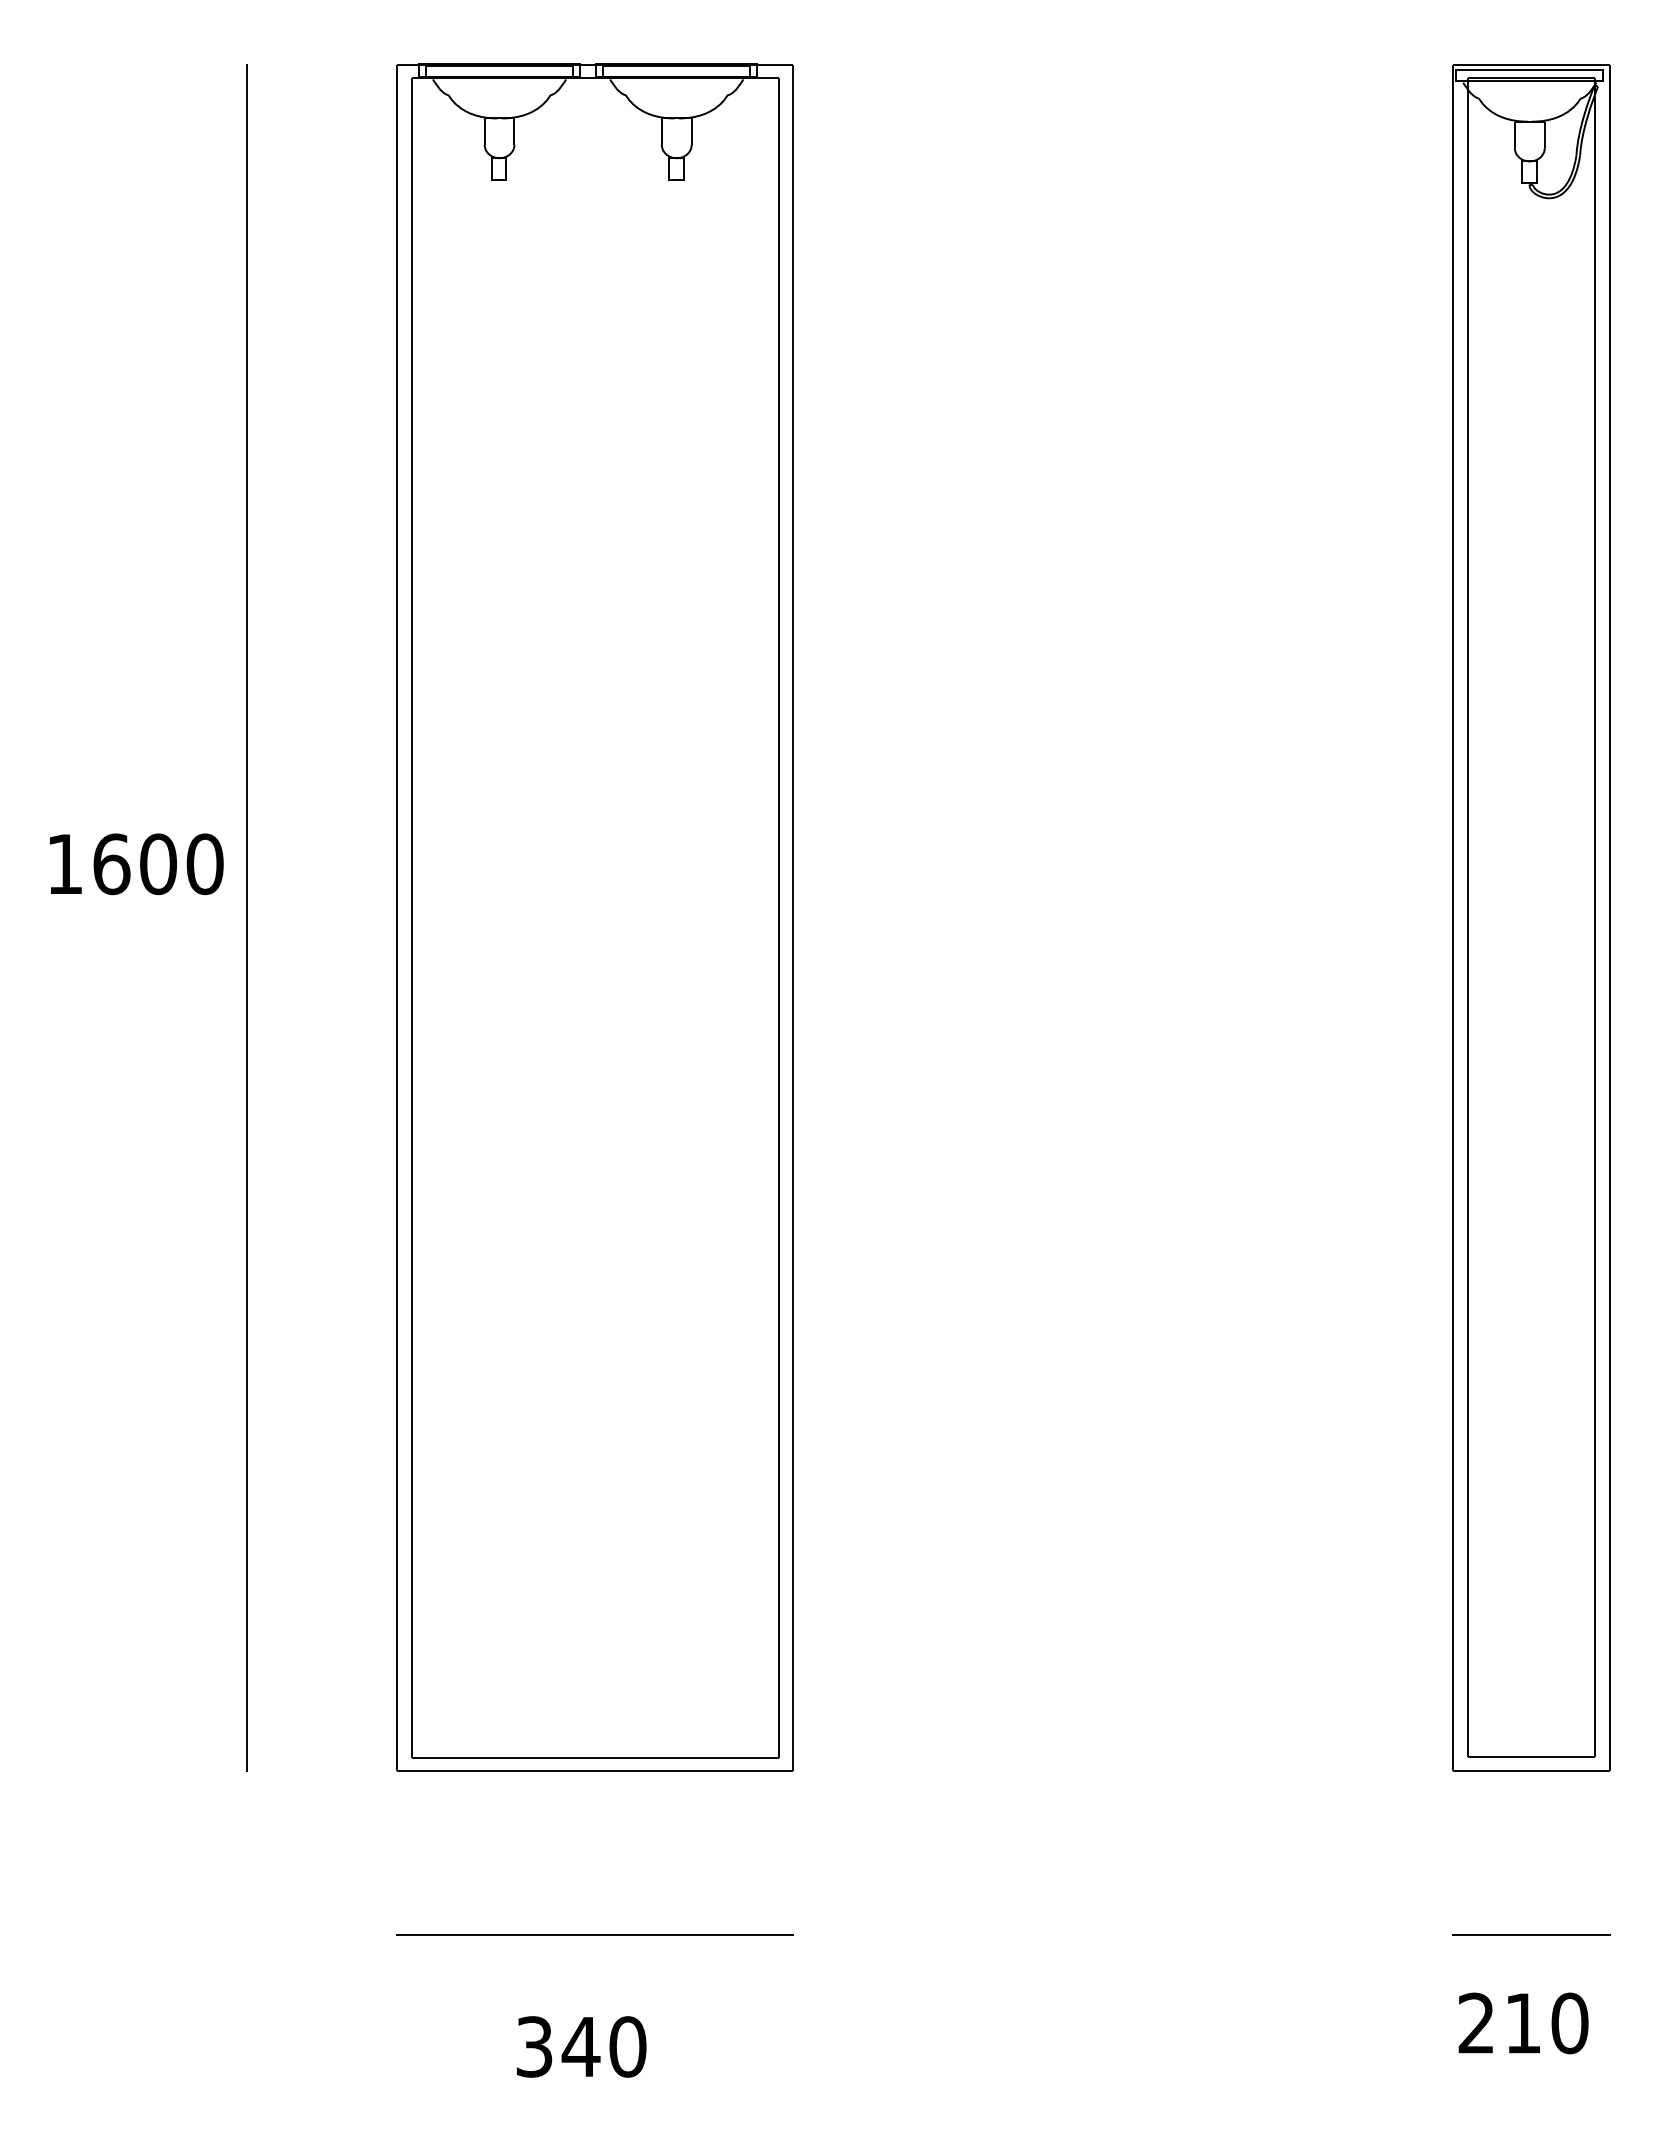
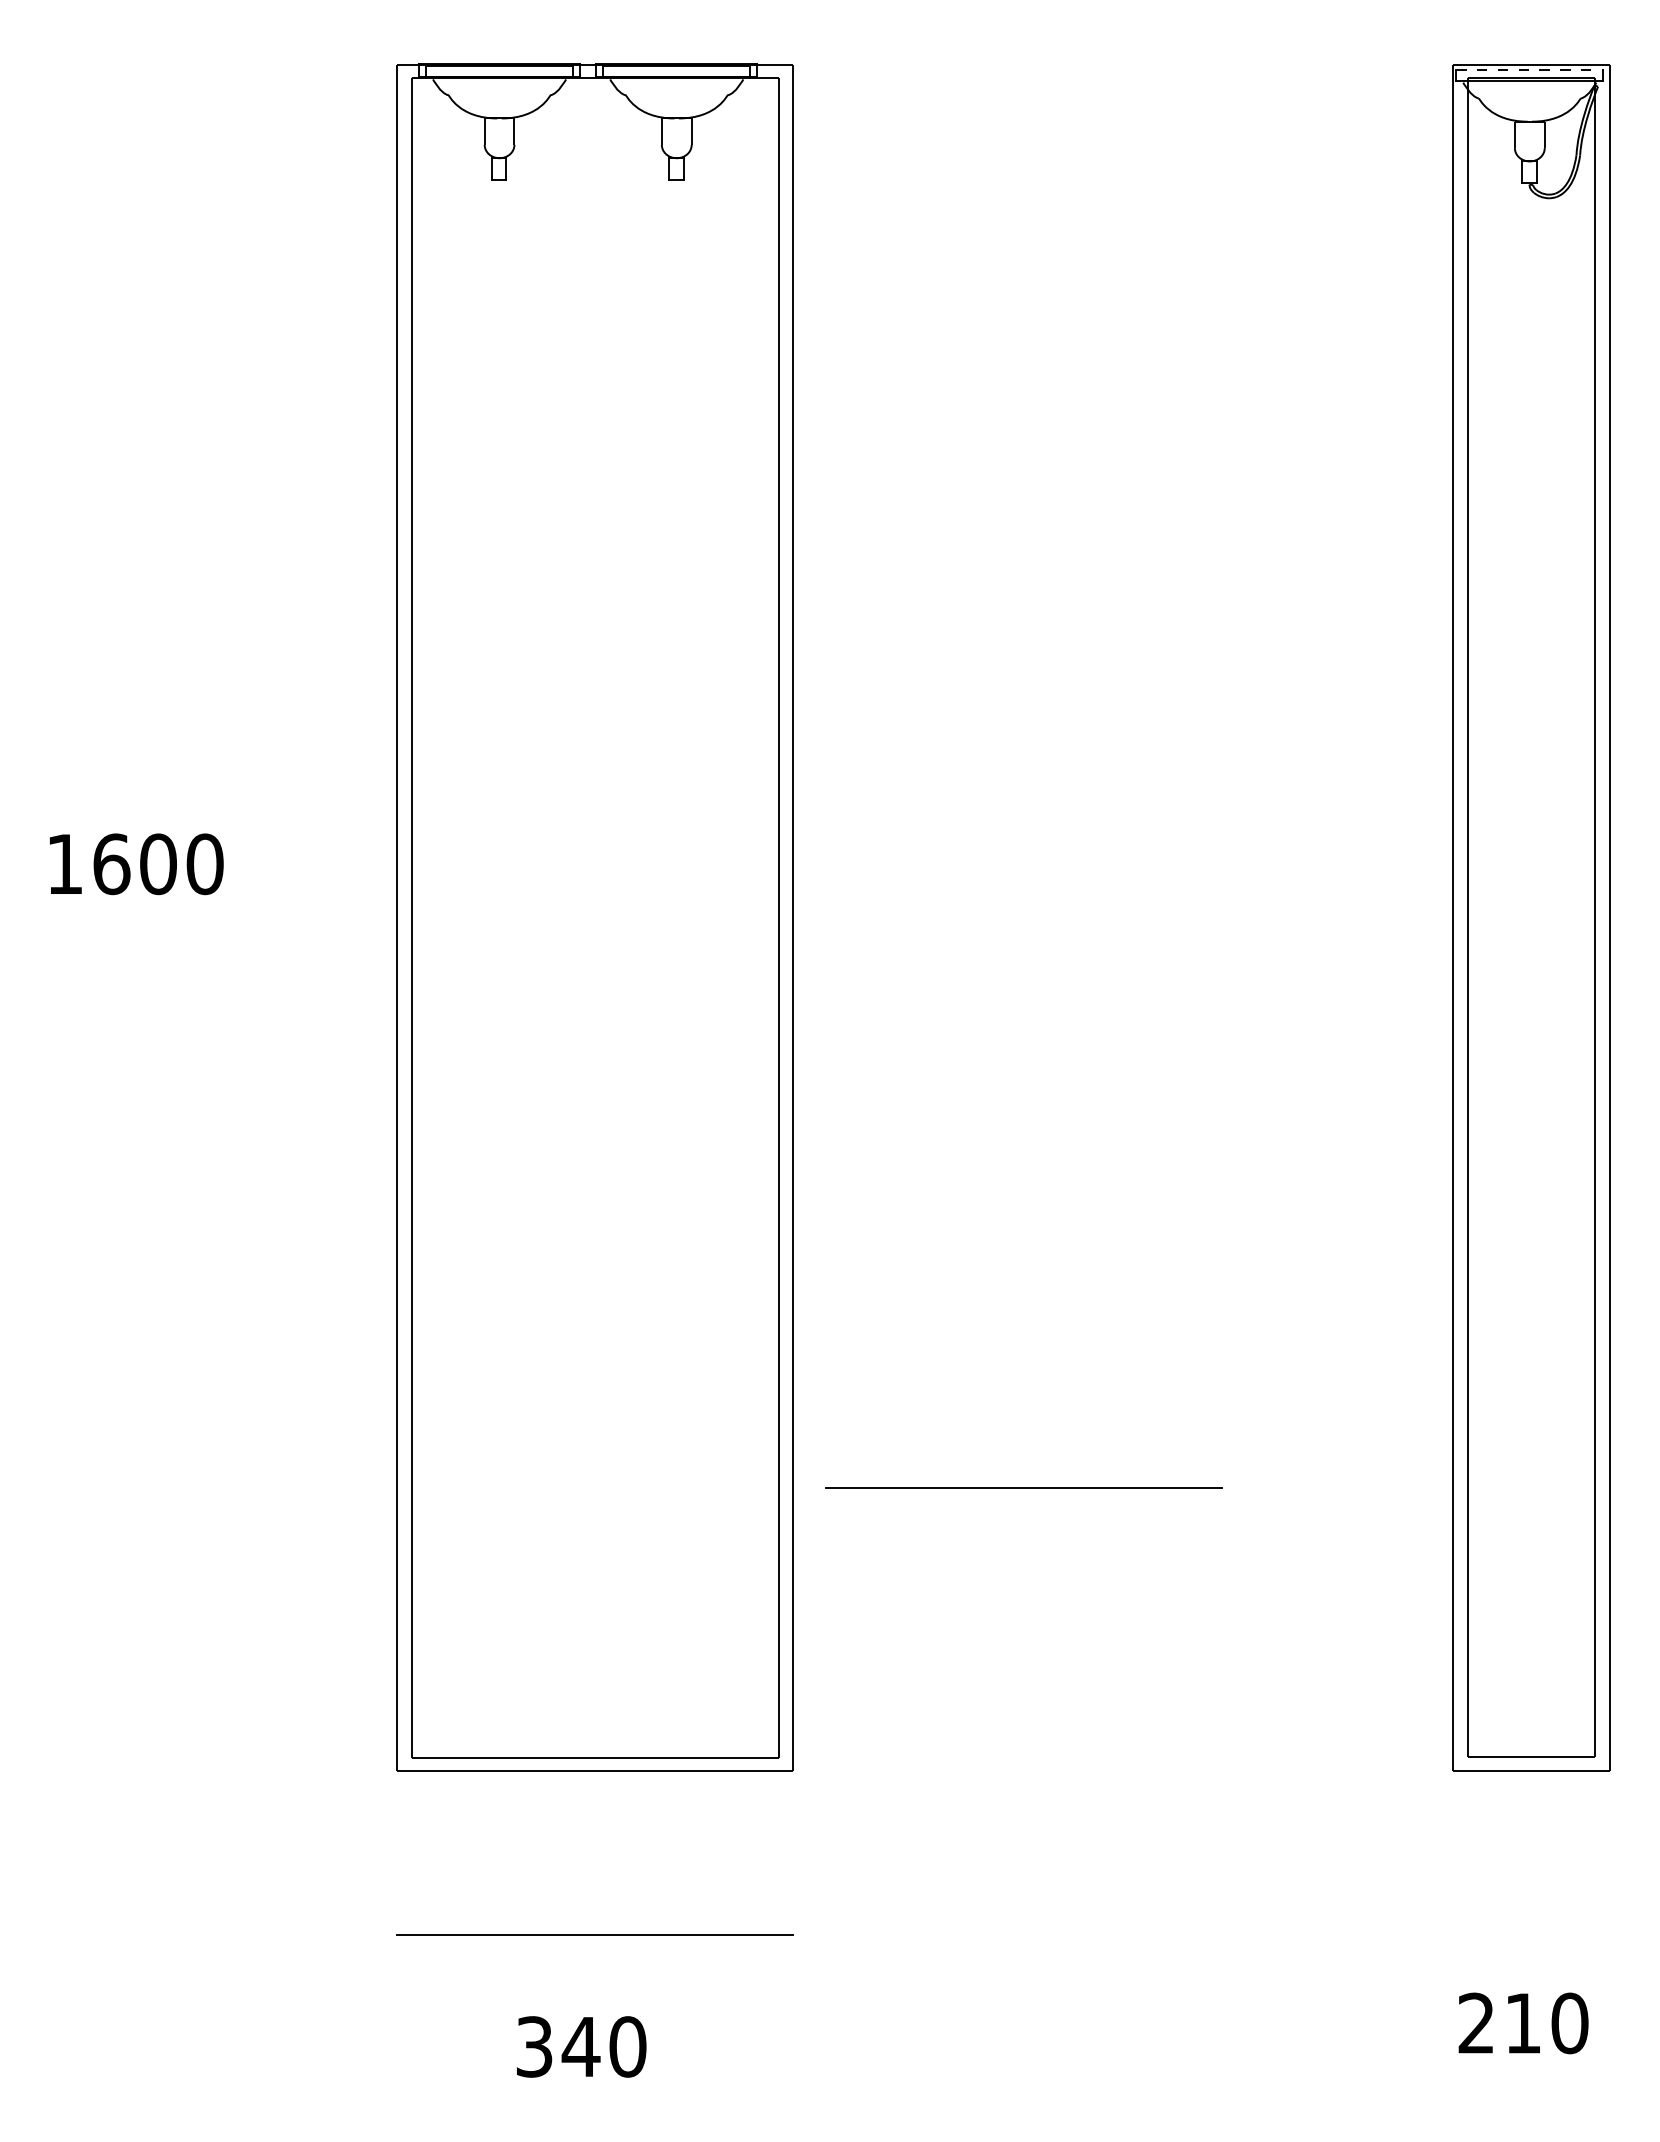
line at (1529, 69): solid -> dashed
line at (246, 917): present -> none
line at (1023, 1487): none -> present
line at (1531, 1934): present -> none
